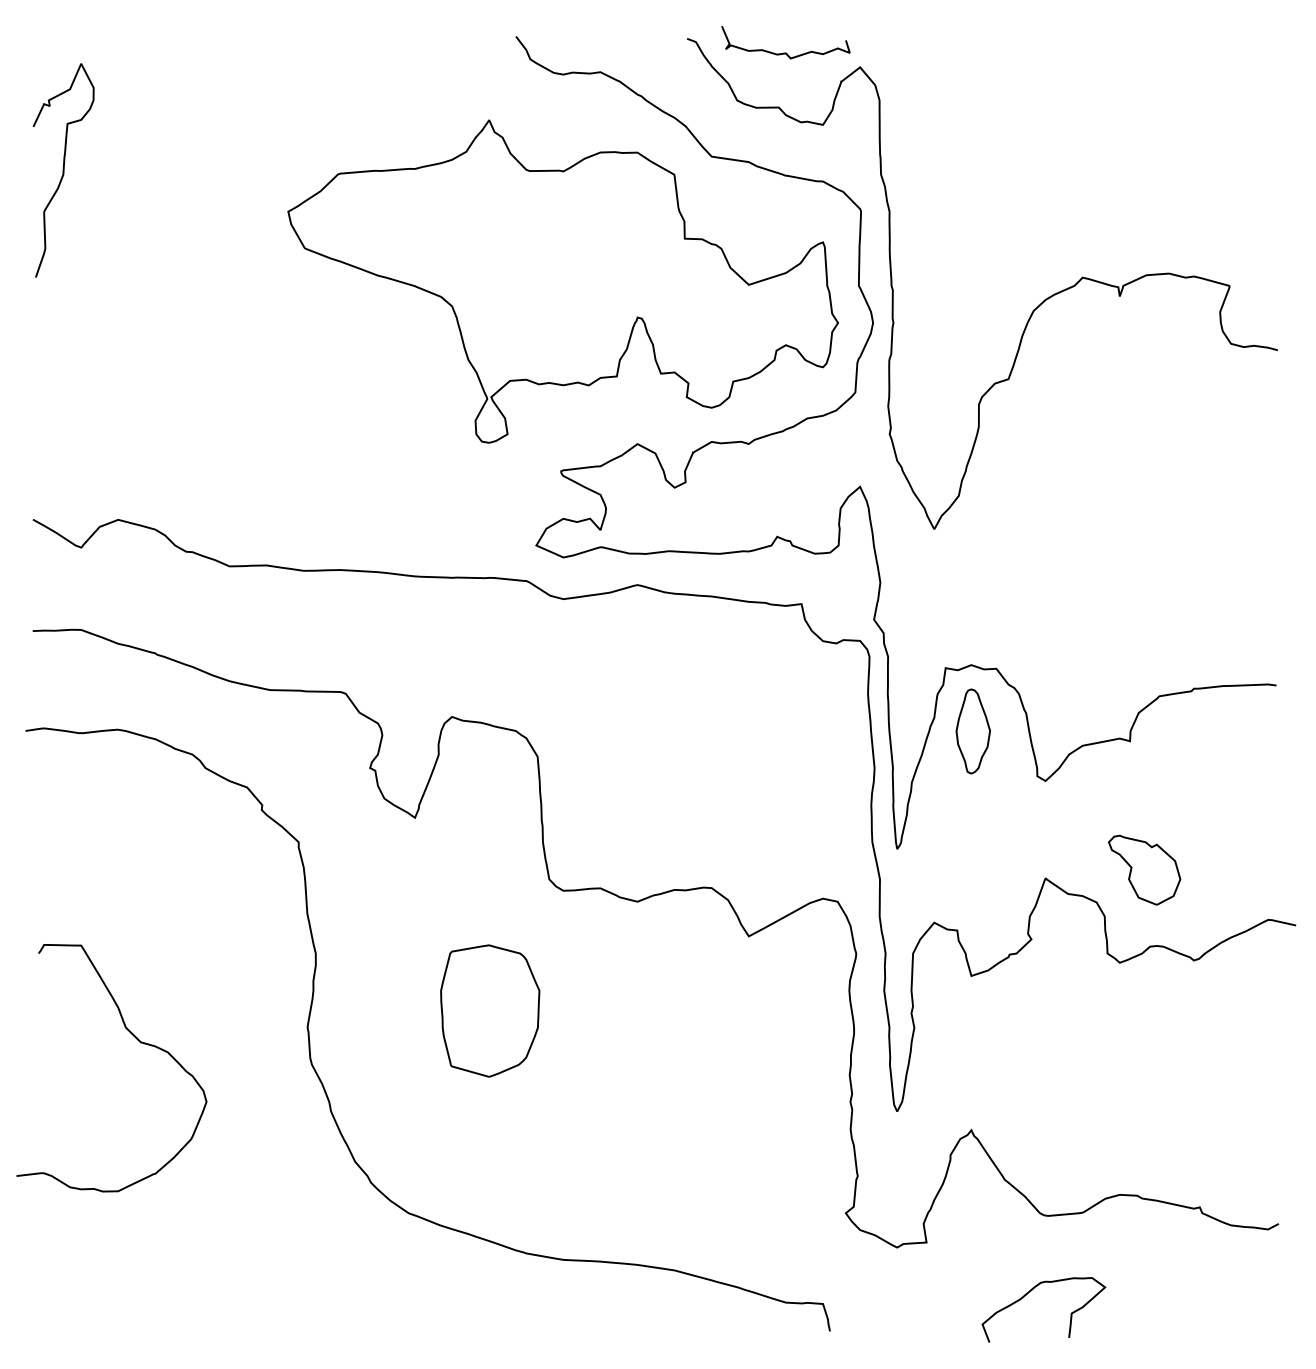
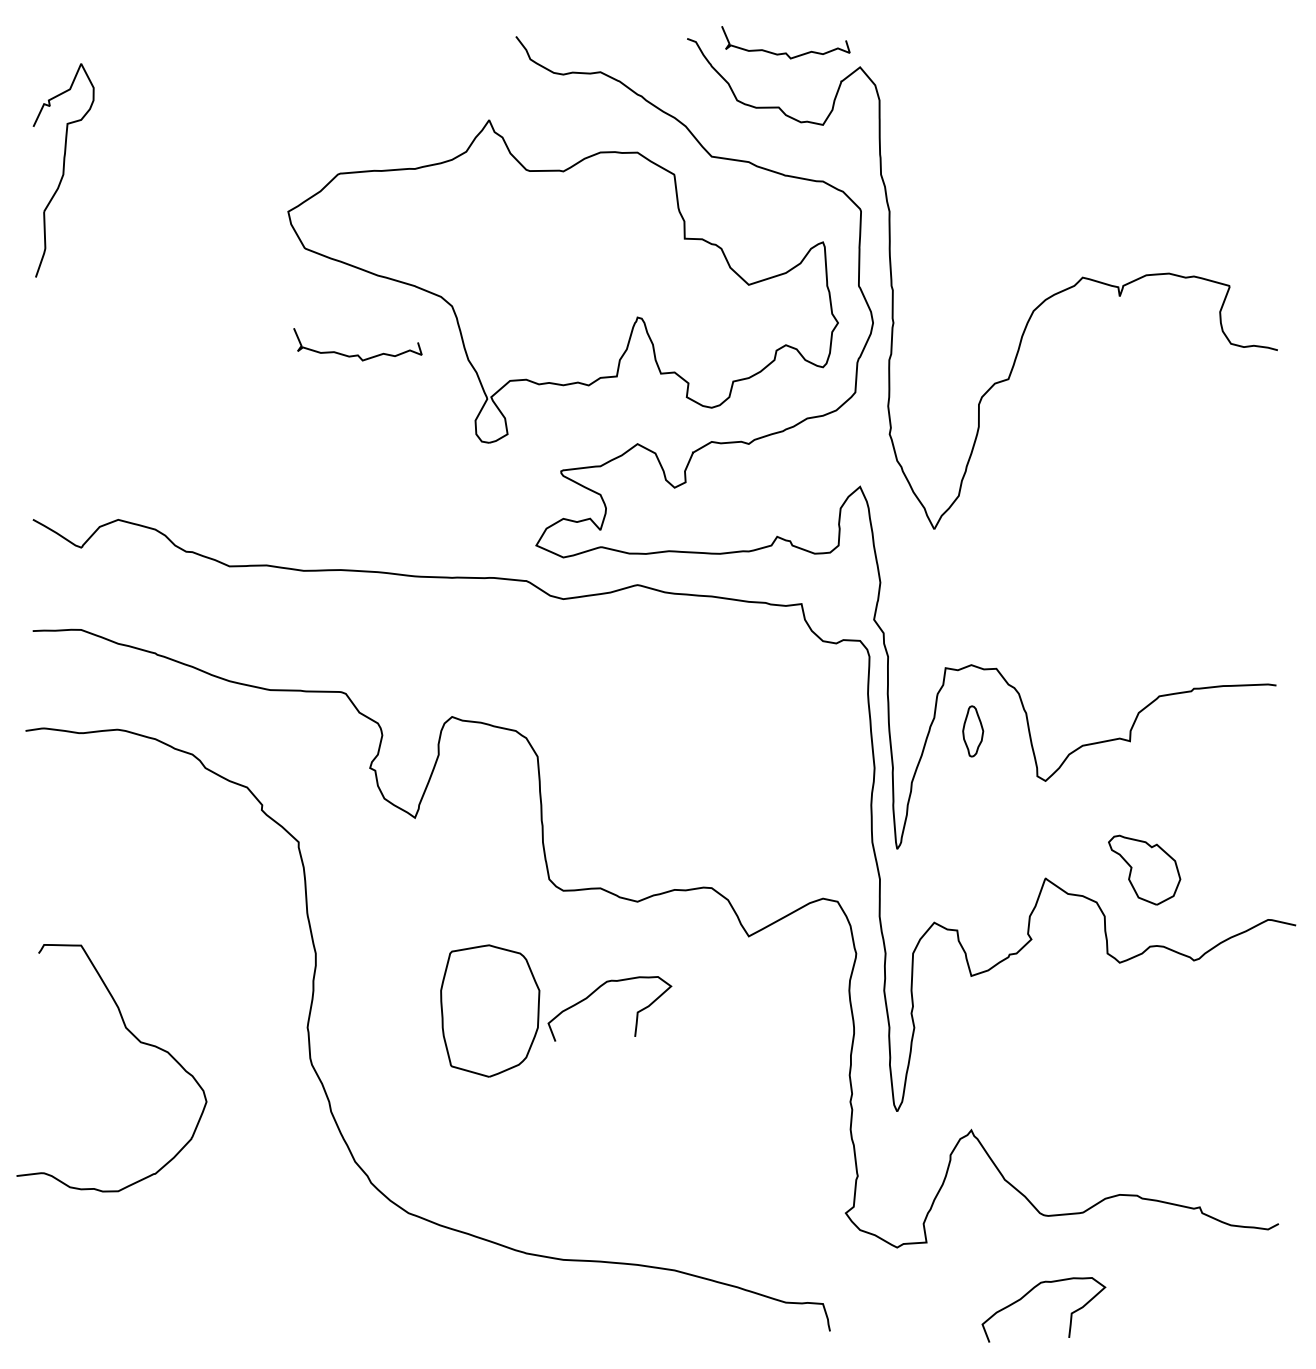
curve at (357, 354): none -> present
part at (972, 731) size: 36x87 px -> 23x53 px
curve at (597, 990): none -> present
